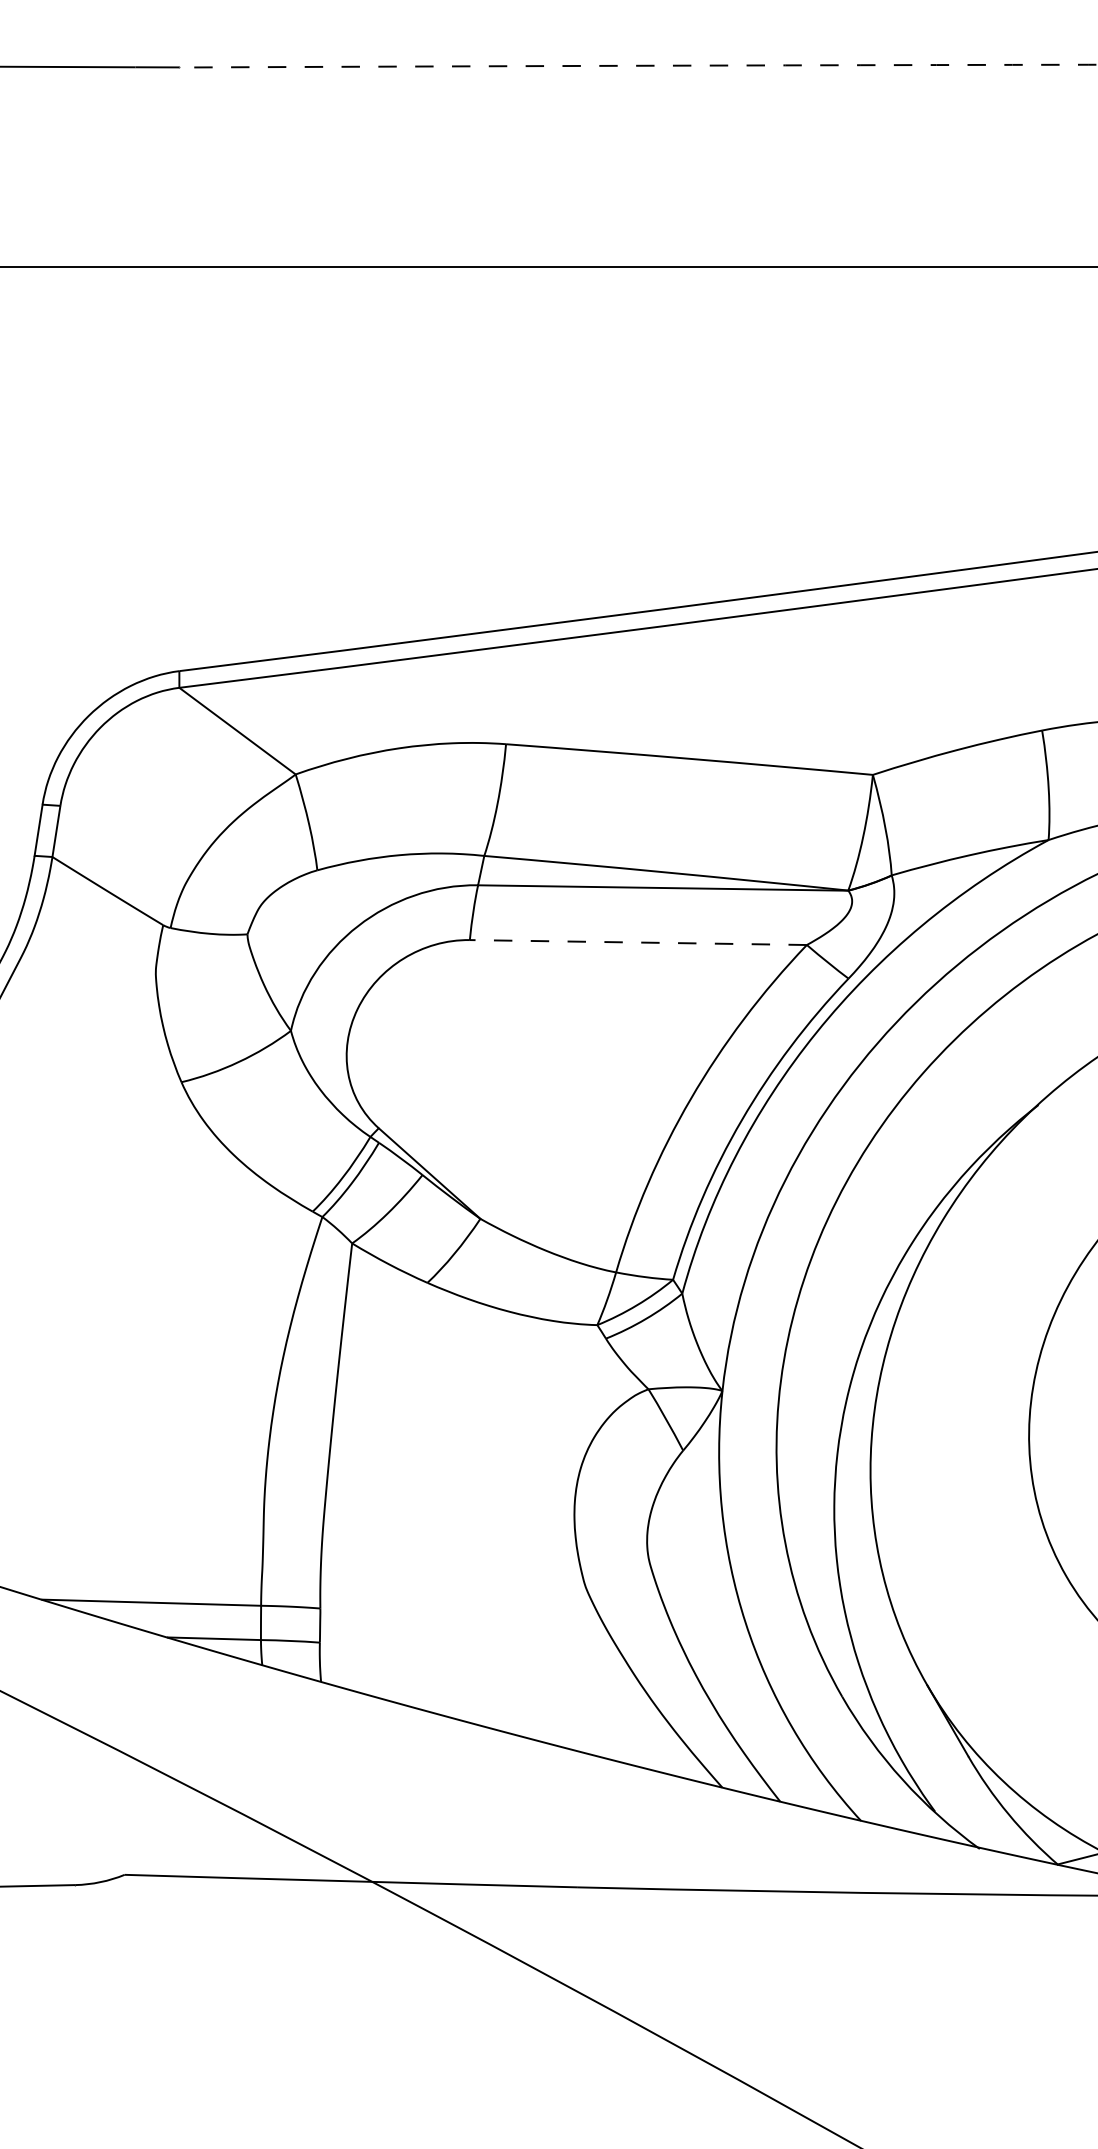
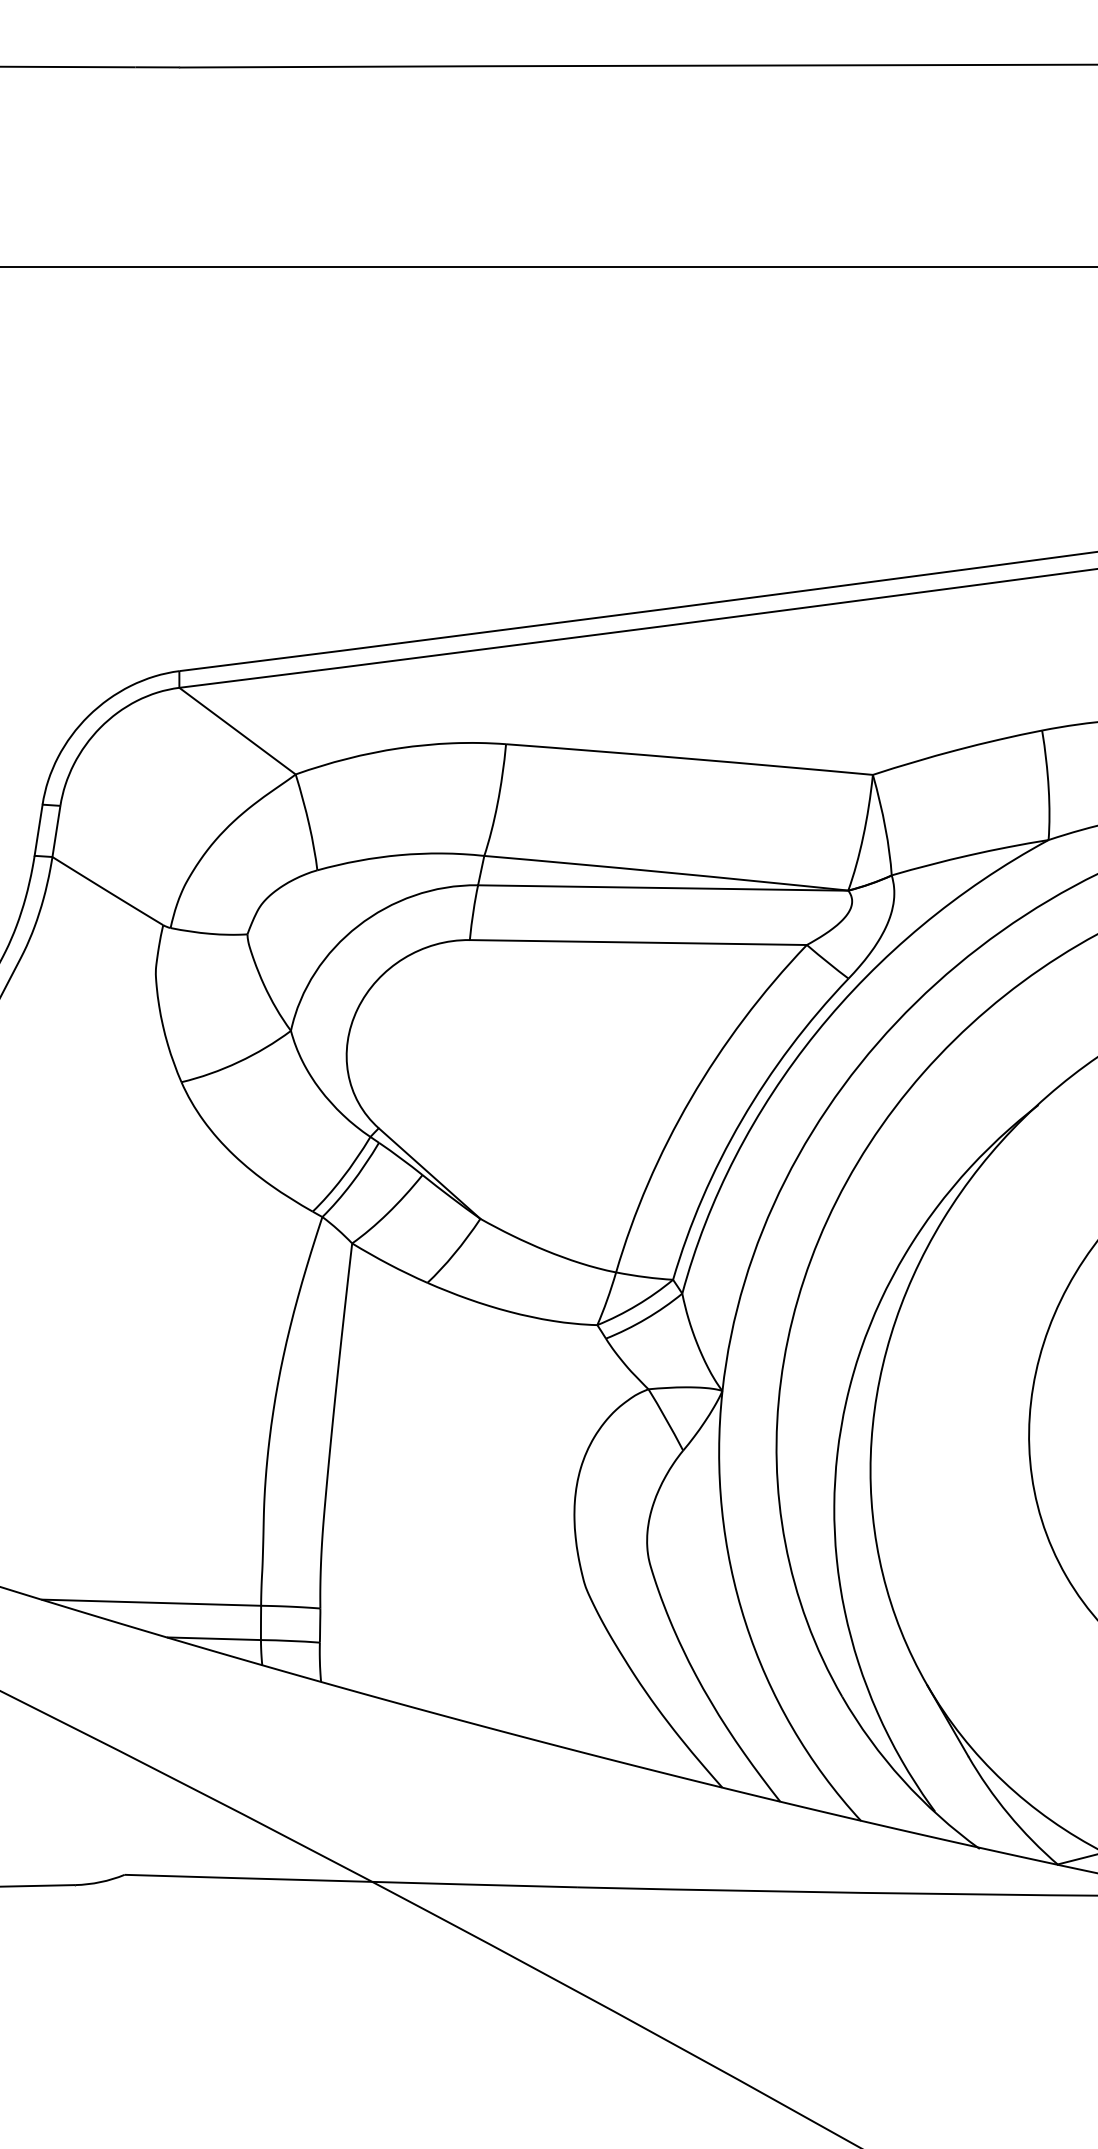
arc at (638, 65): dashed -> solid
line at (638, 942): dashed -> solid
